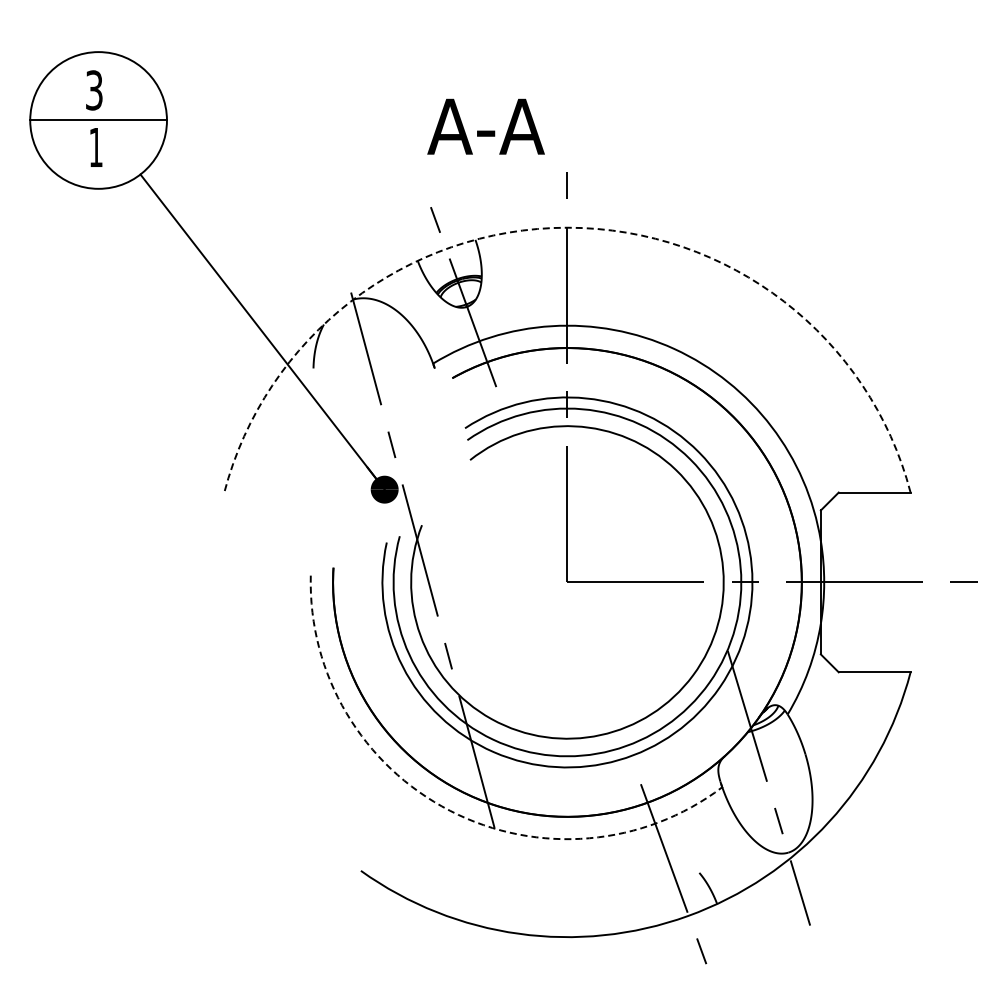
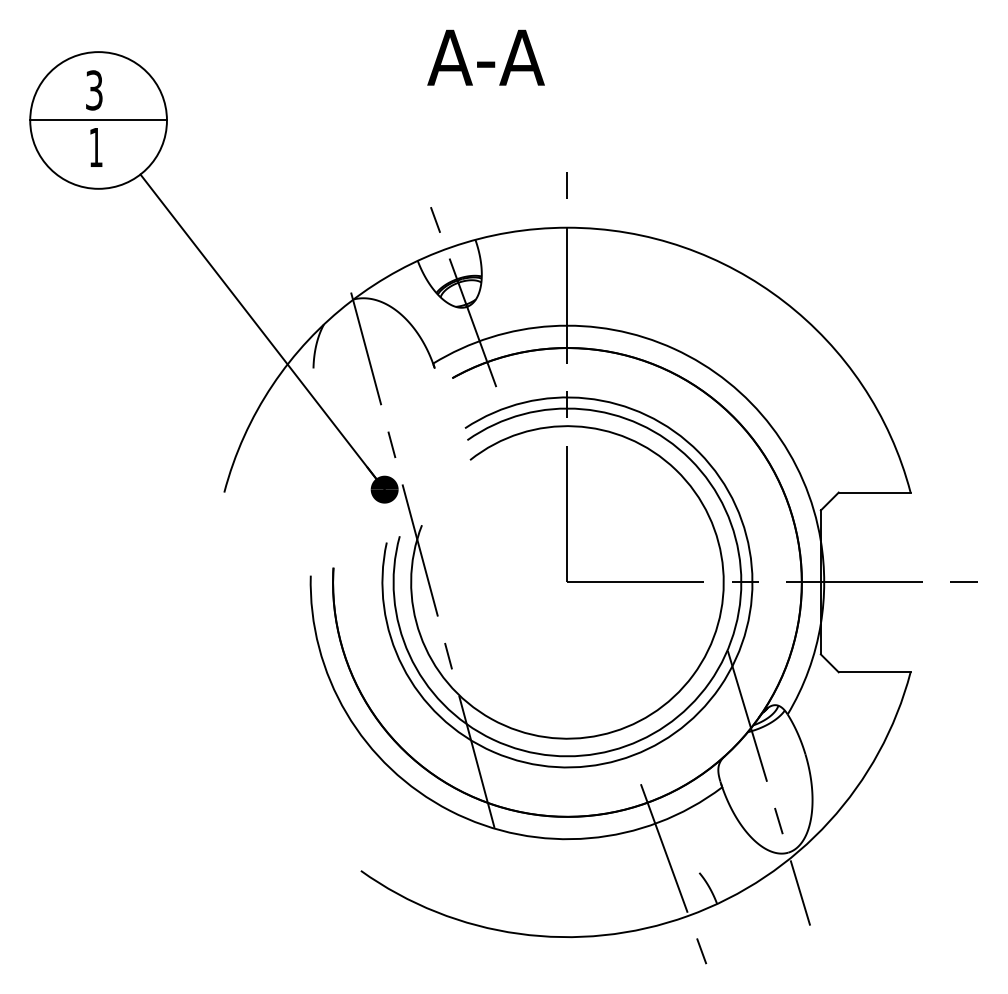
text at (485, 126) position: (485, 126) -> (485, 57)
arc at (567, 227): dashed -> solid
arc at (450, 810): dashed -> solid
